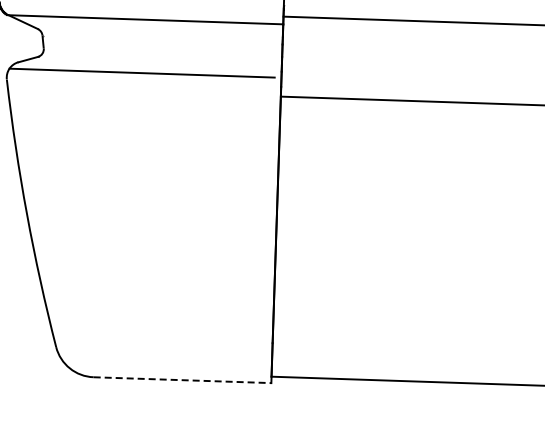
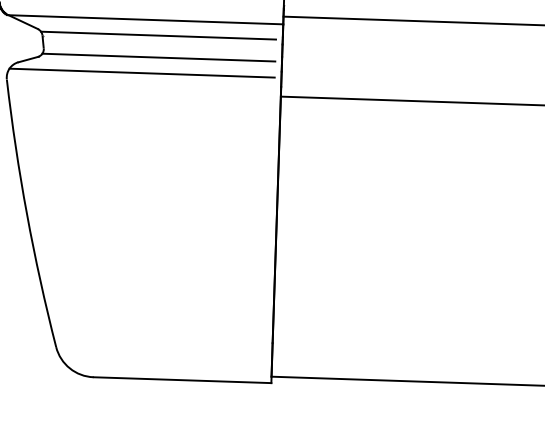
line at (158, 35): none -> present
line at (158, 57): none -> present
line at (182, 380): dashed -> solid
